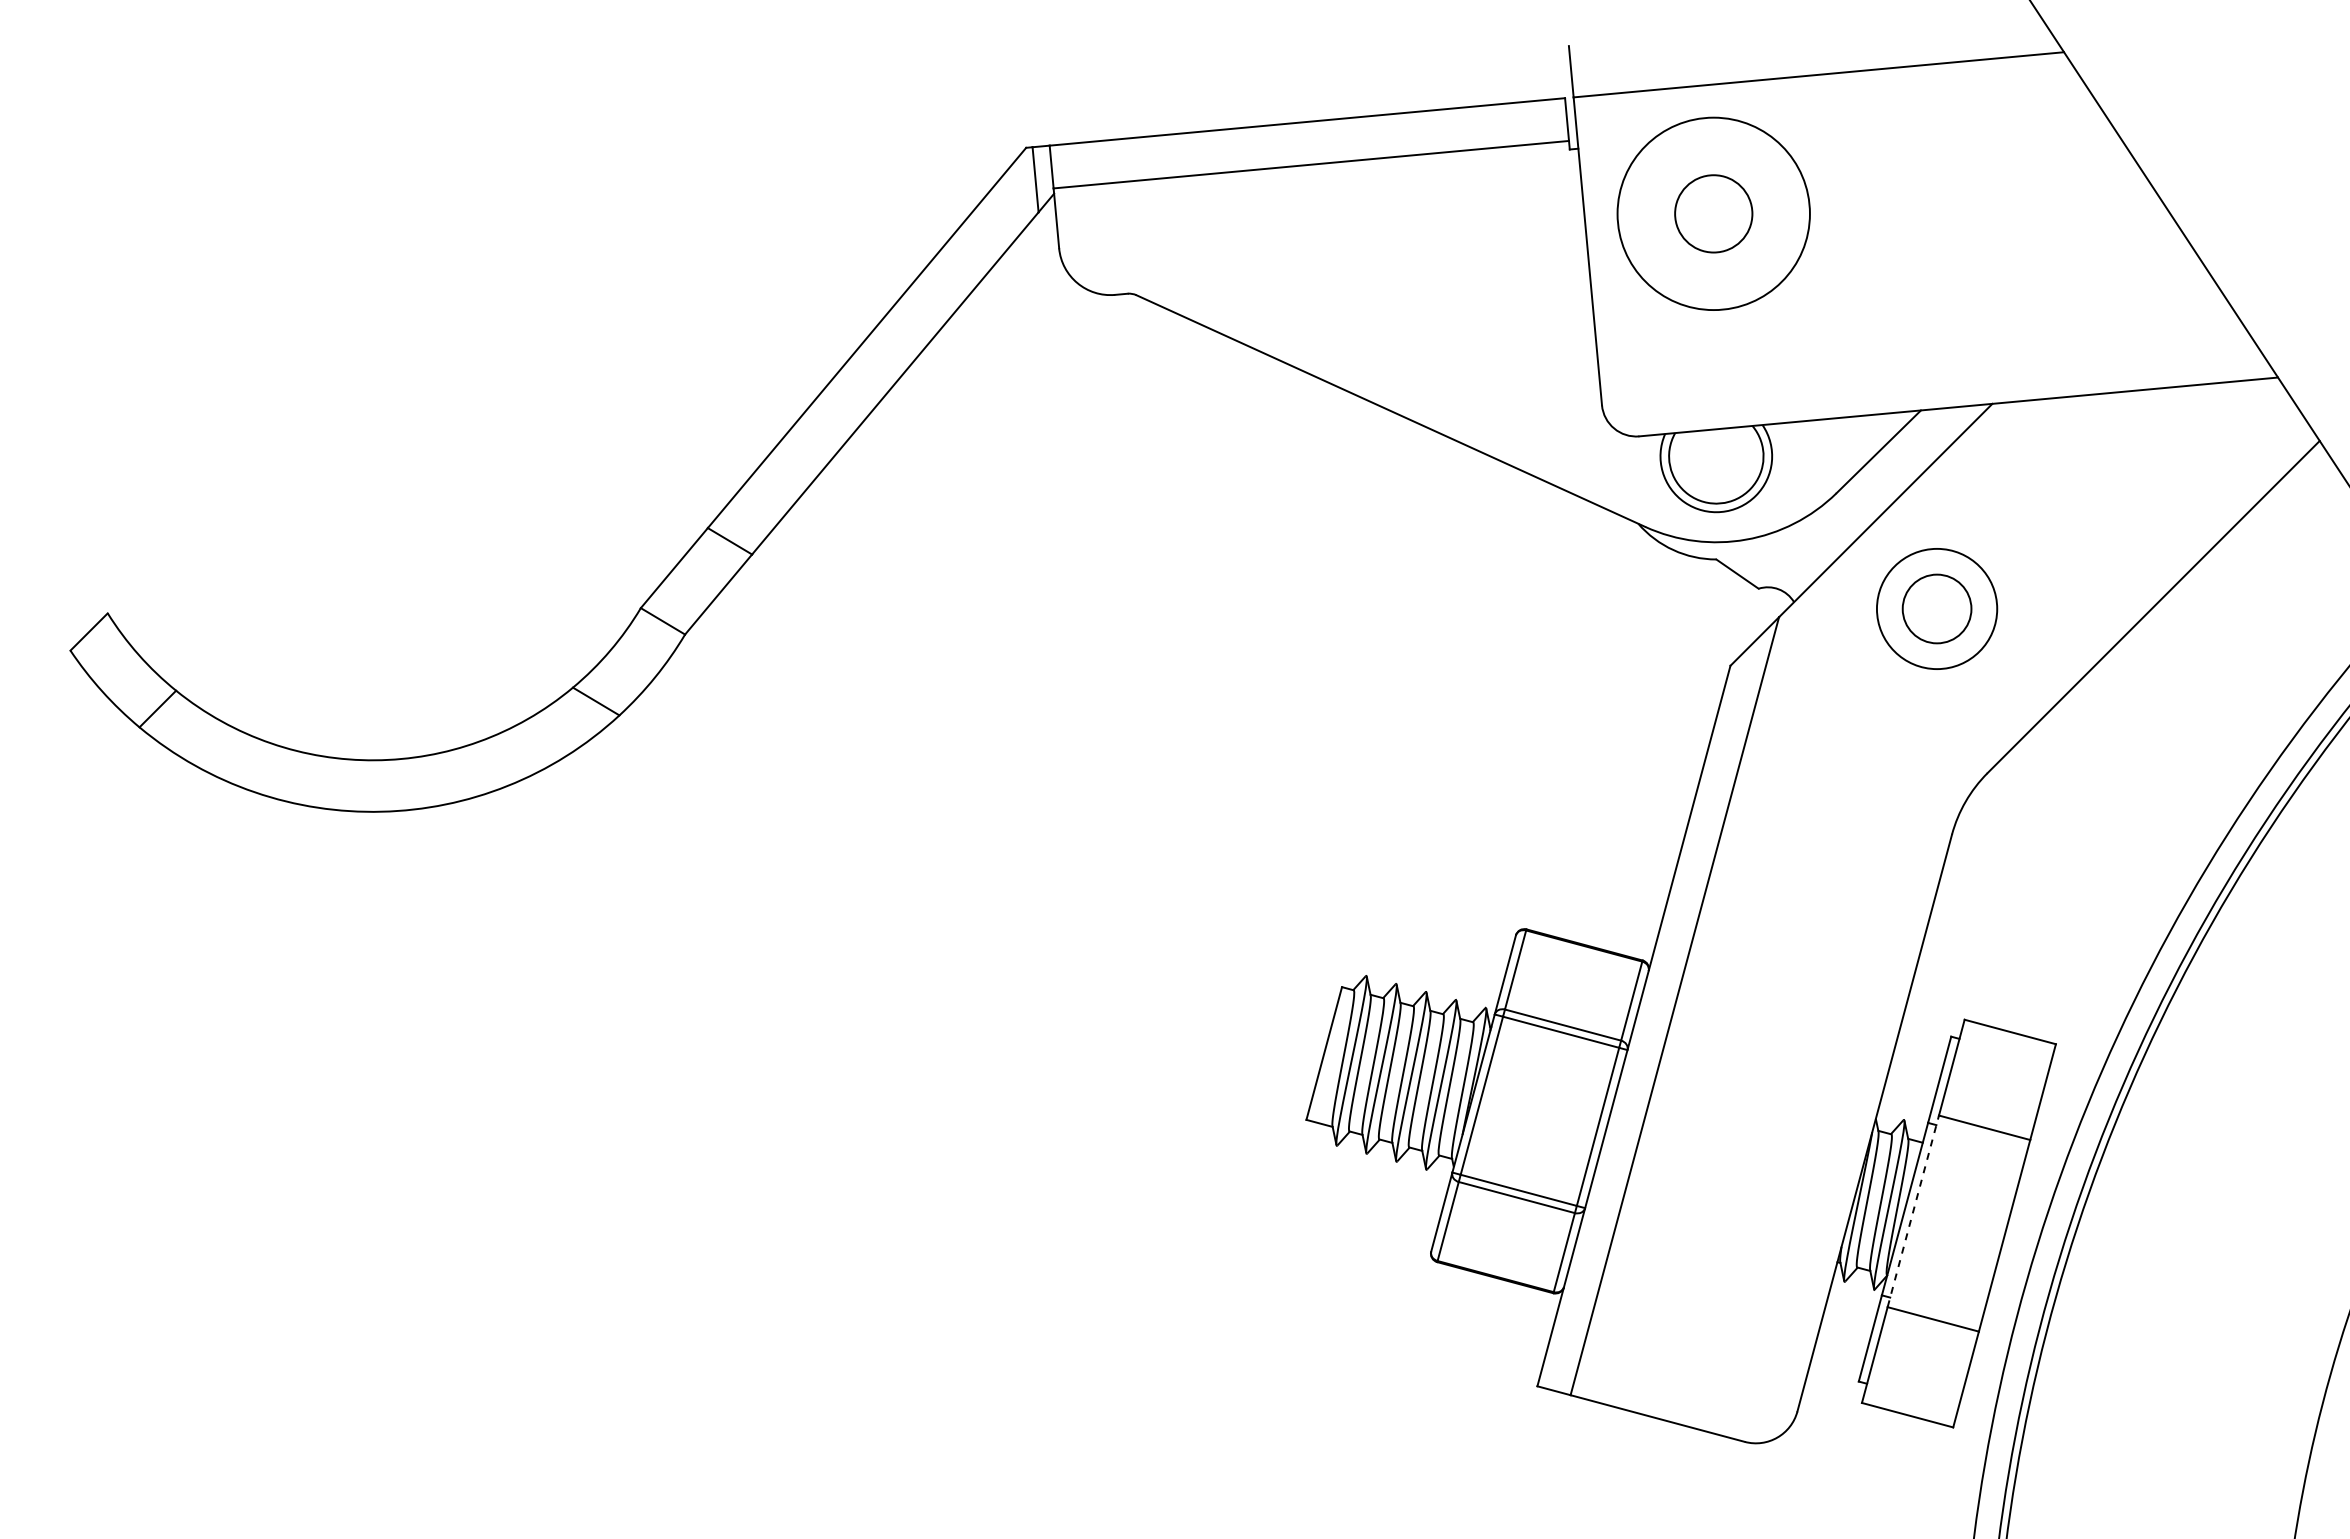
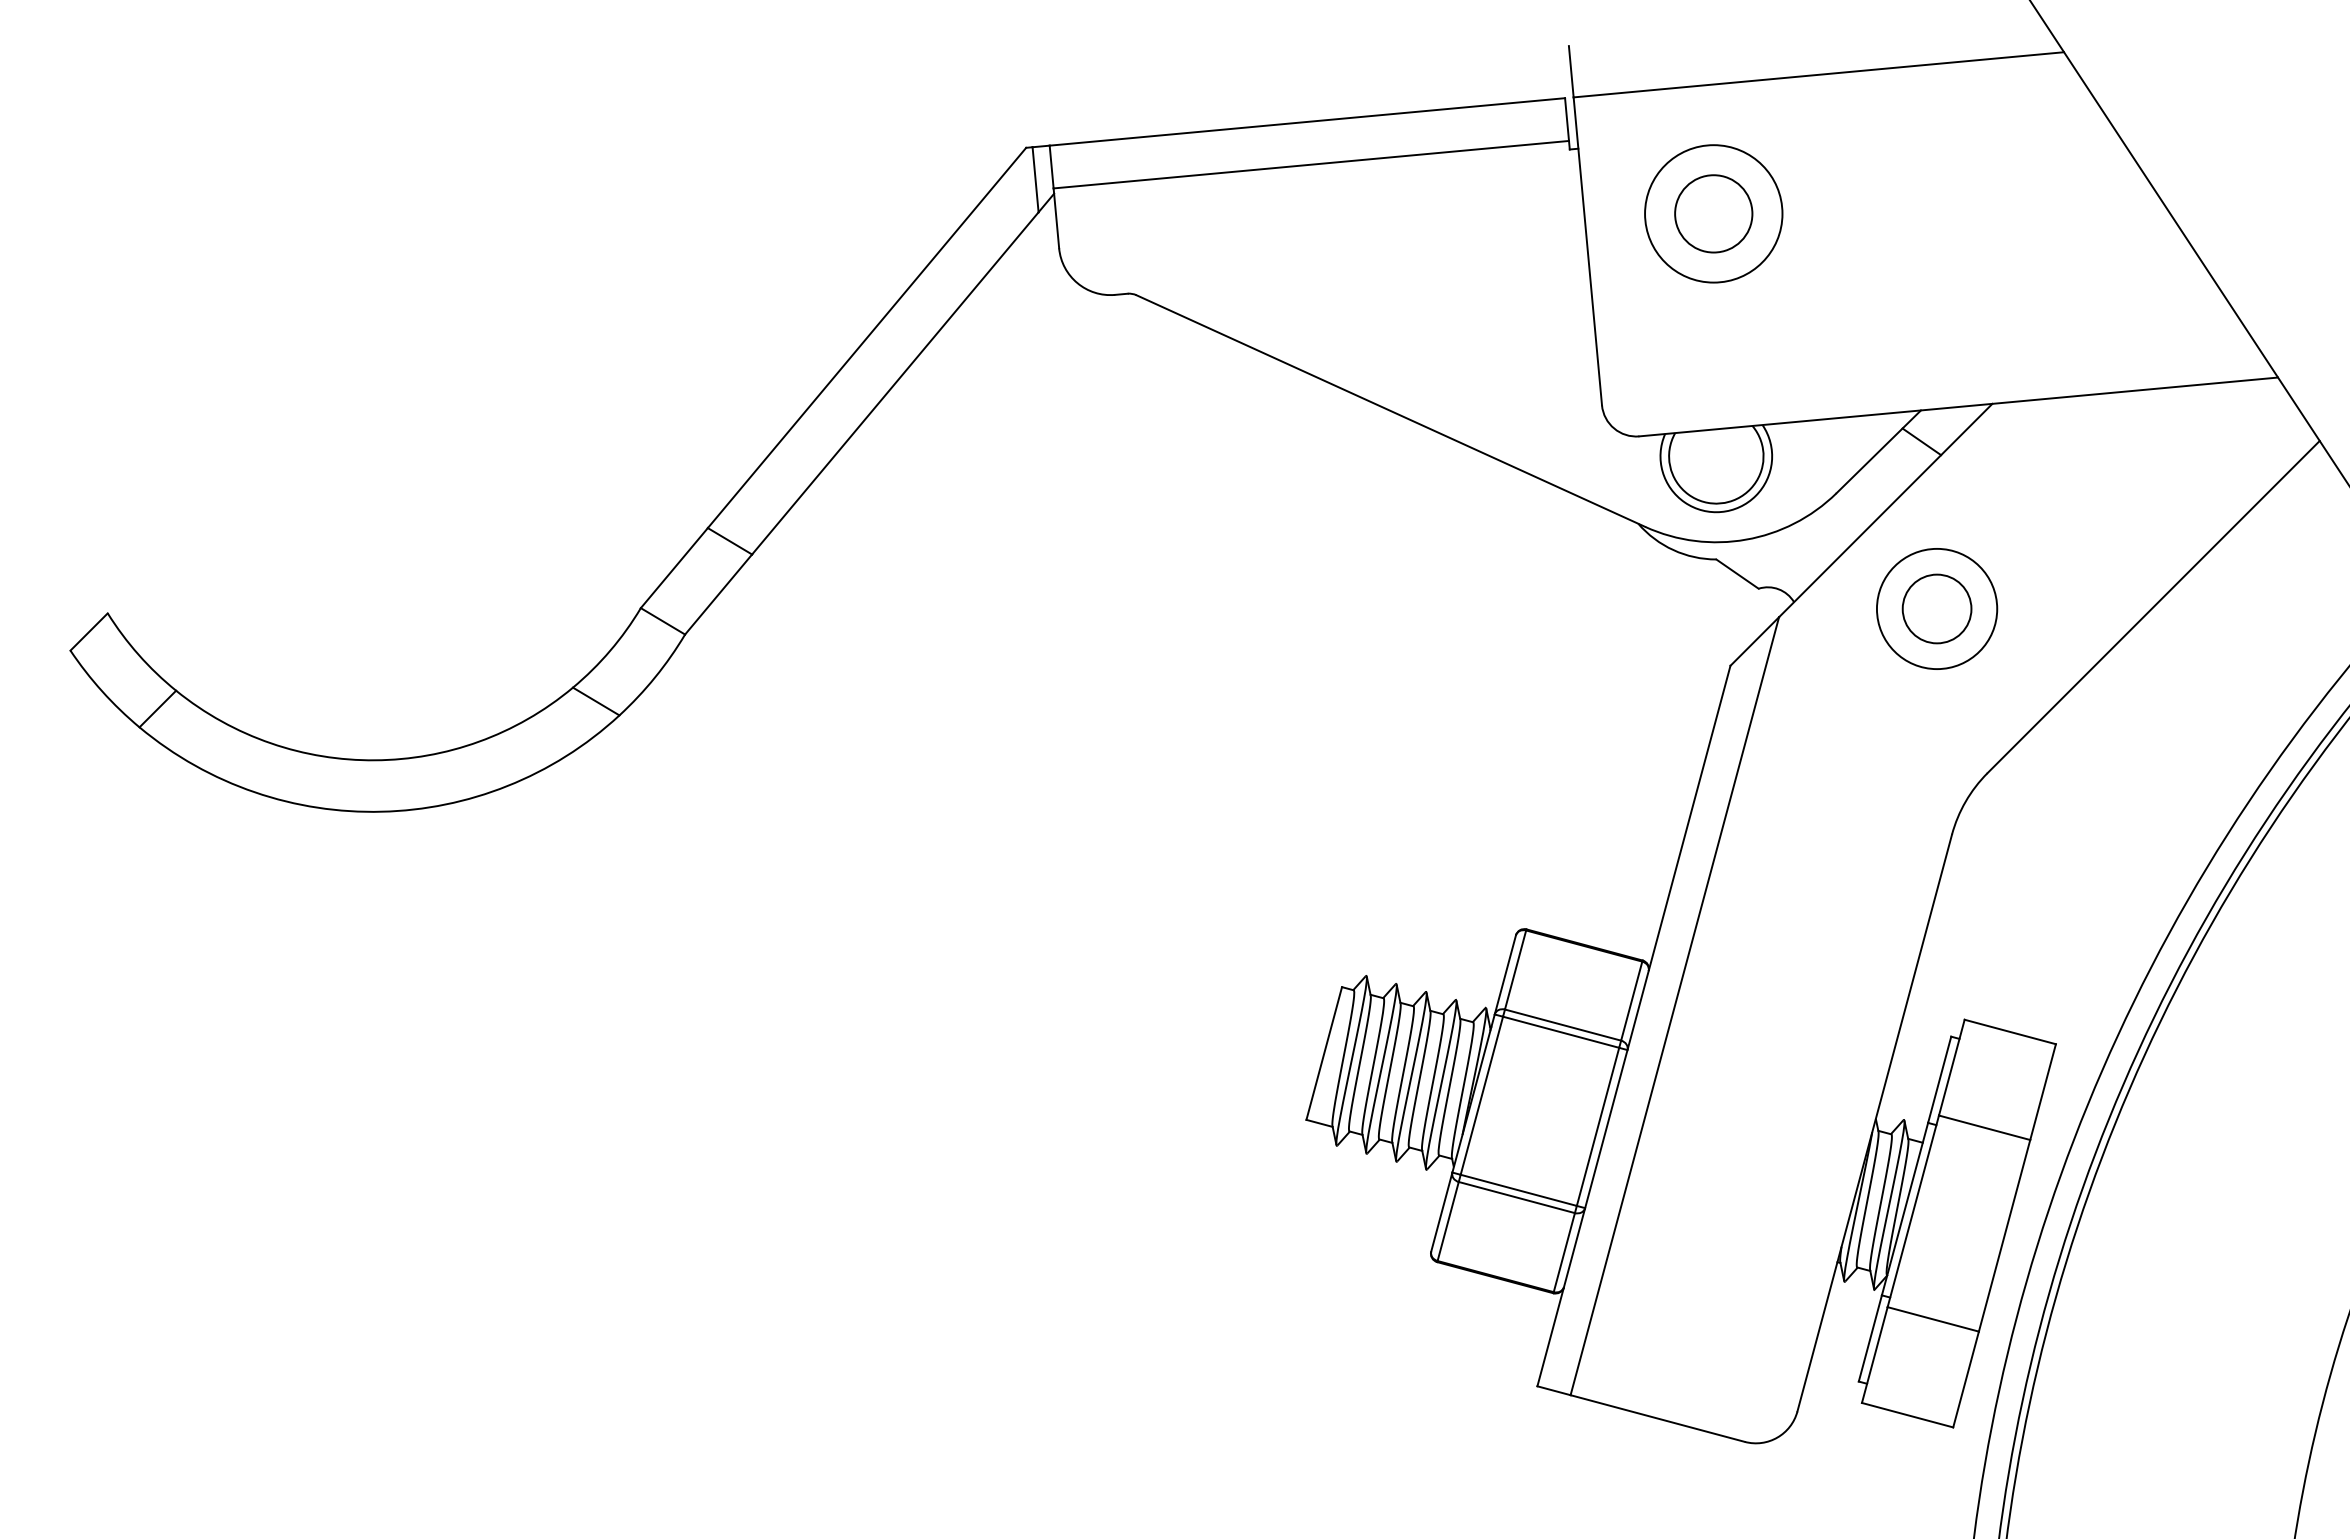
circle at (1713, 213) diameter: 192 px -> 137 px
line at (1921, 441): none -> present
line at (1913, 1210): dashed -> solid
